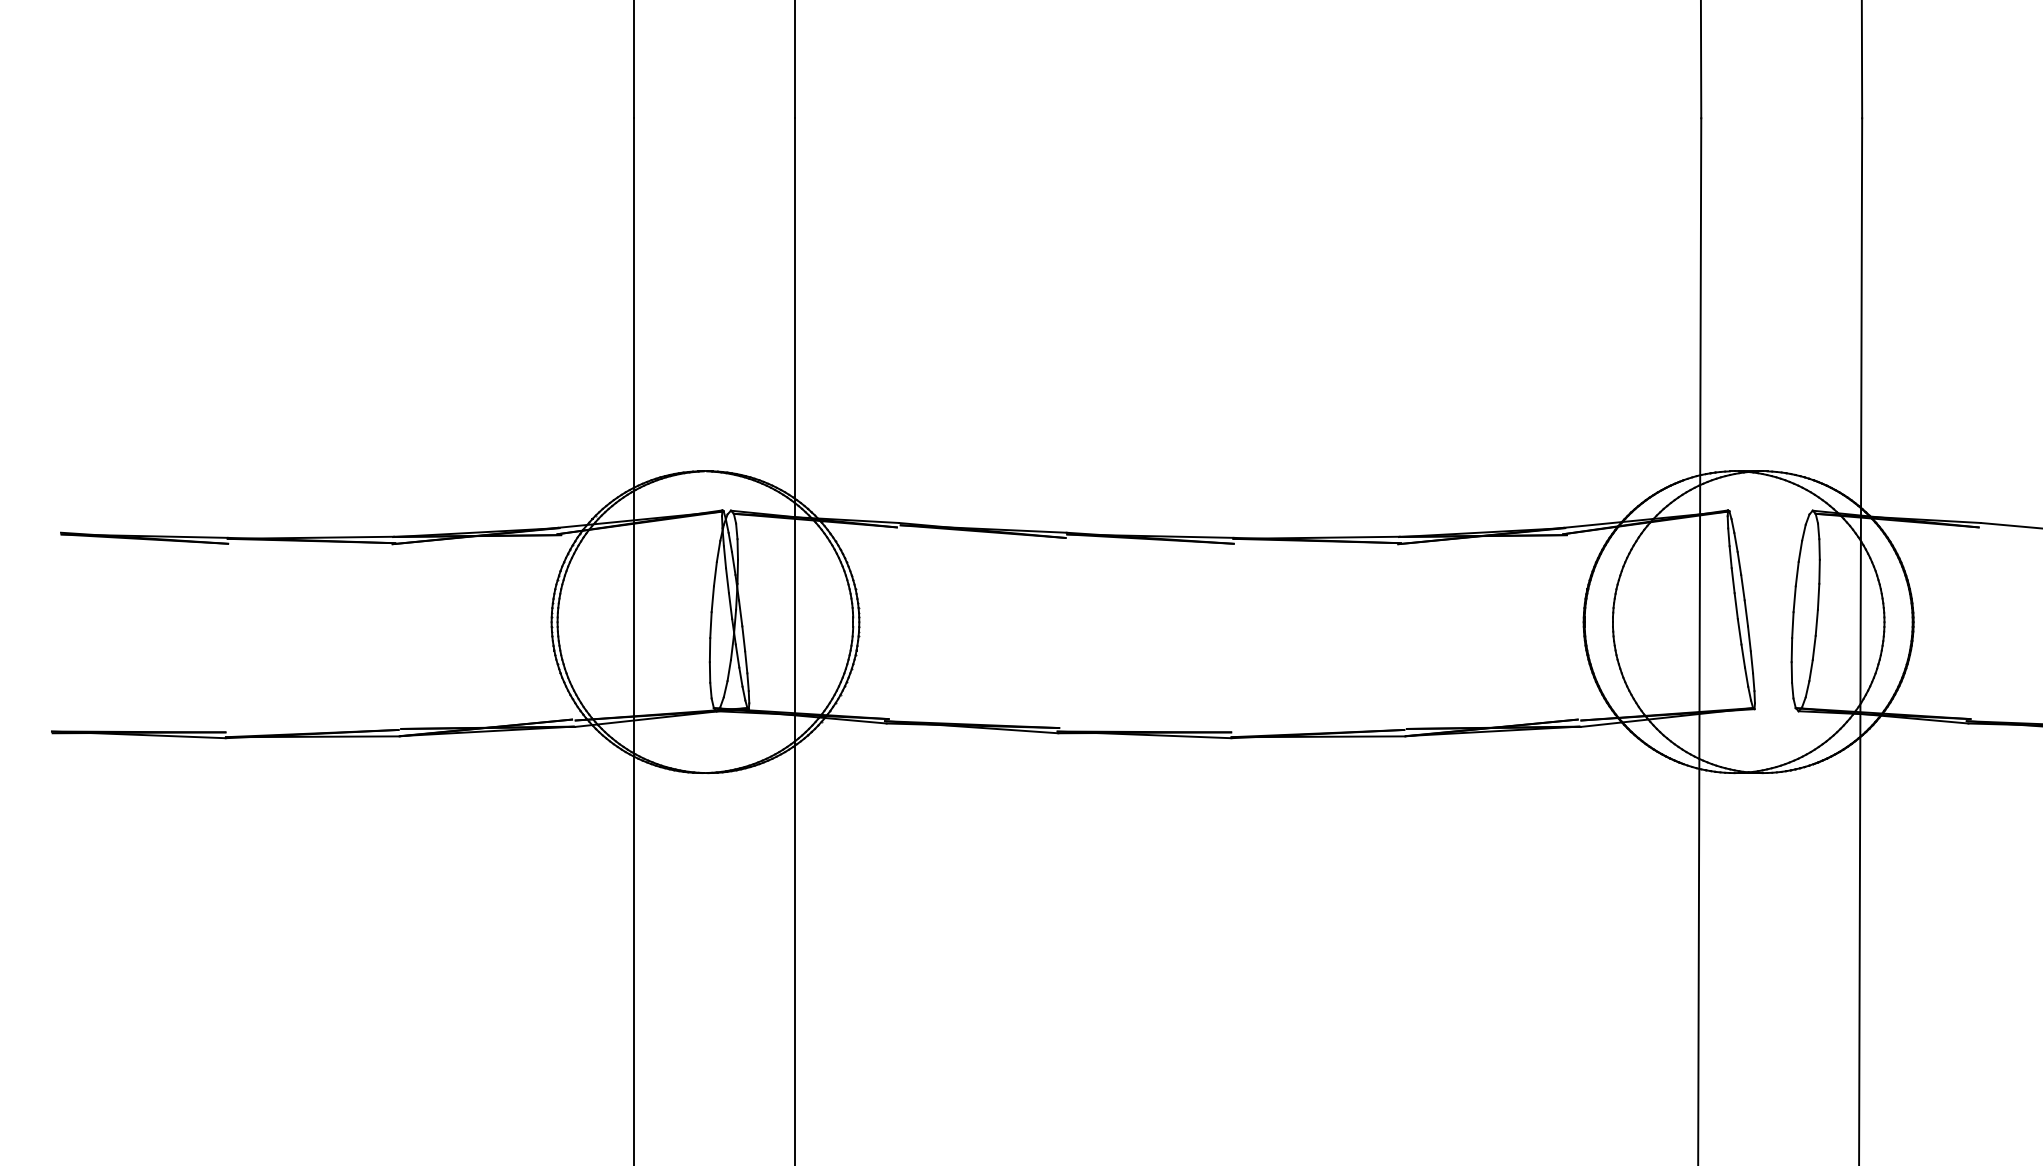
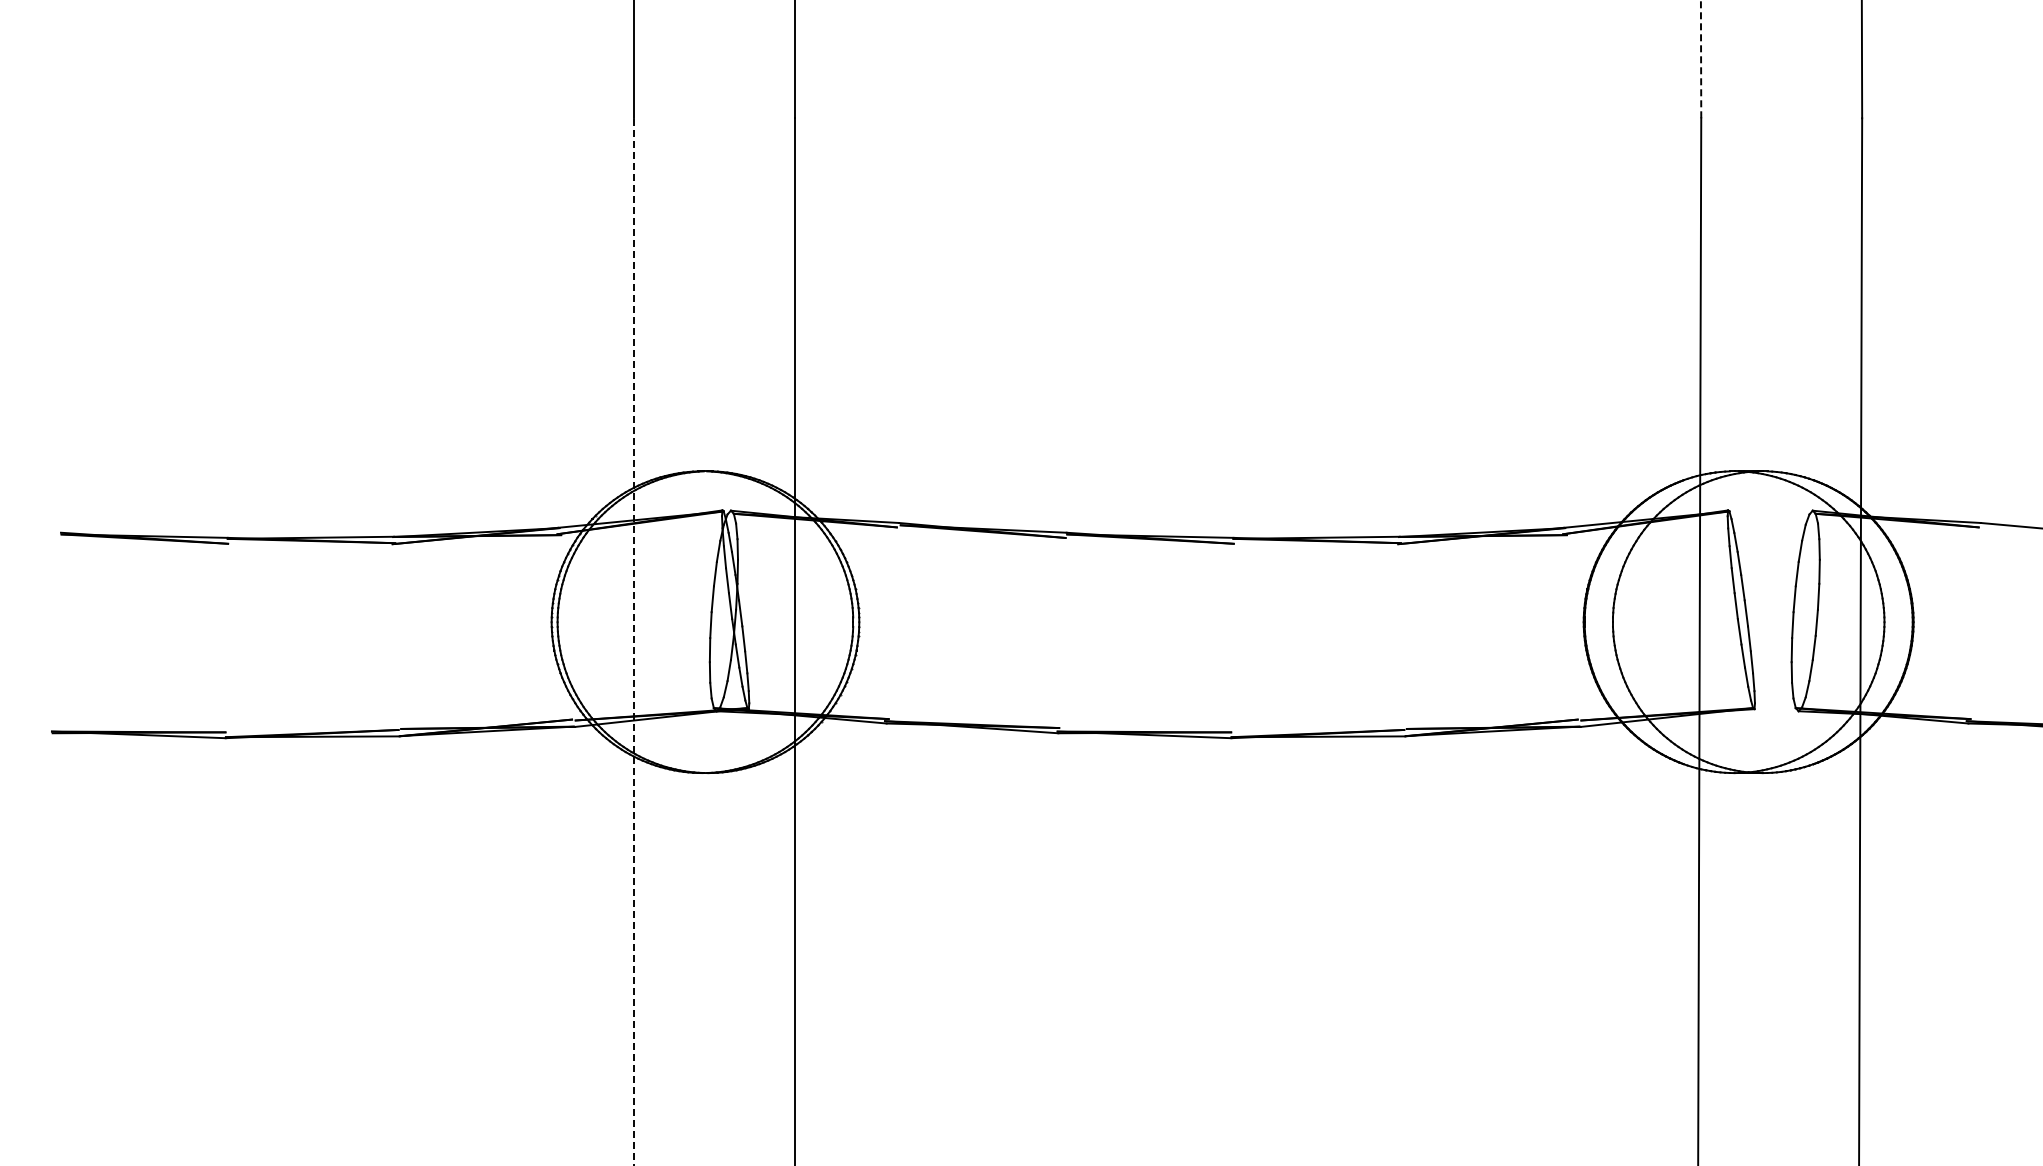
line at (1701, 59): solid -> dashed
line at (633, 641): solid -> dashed
